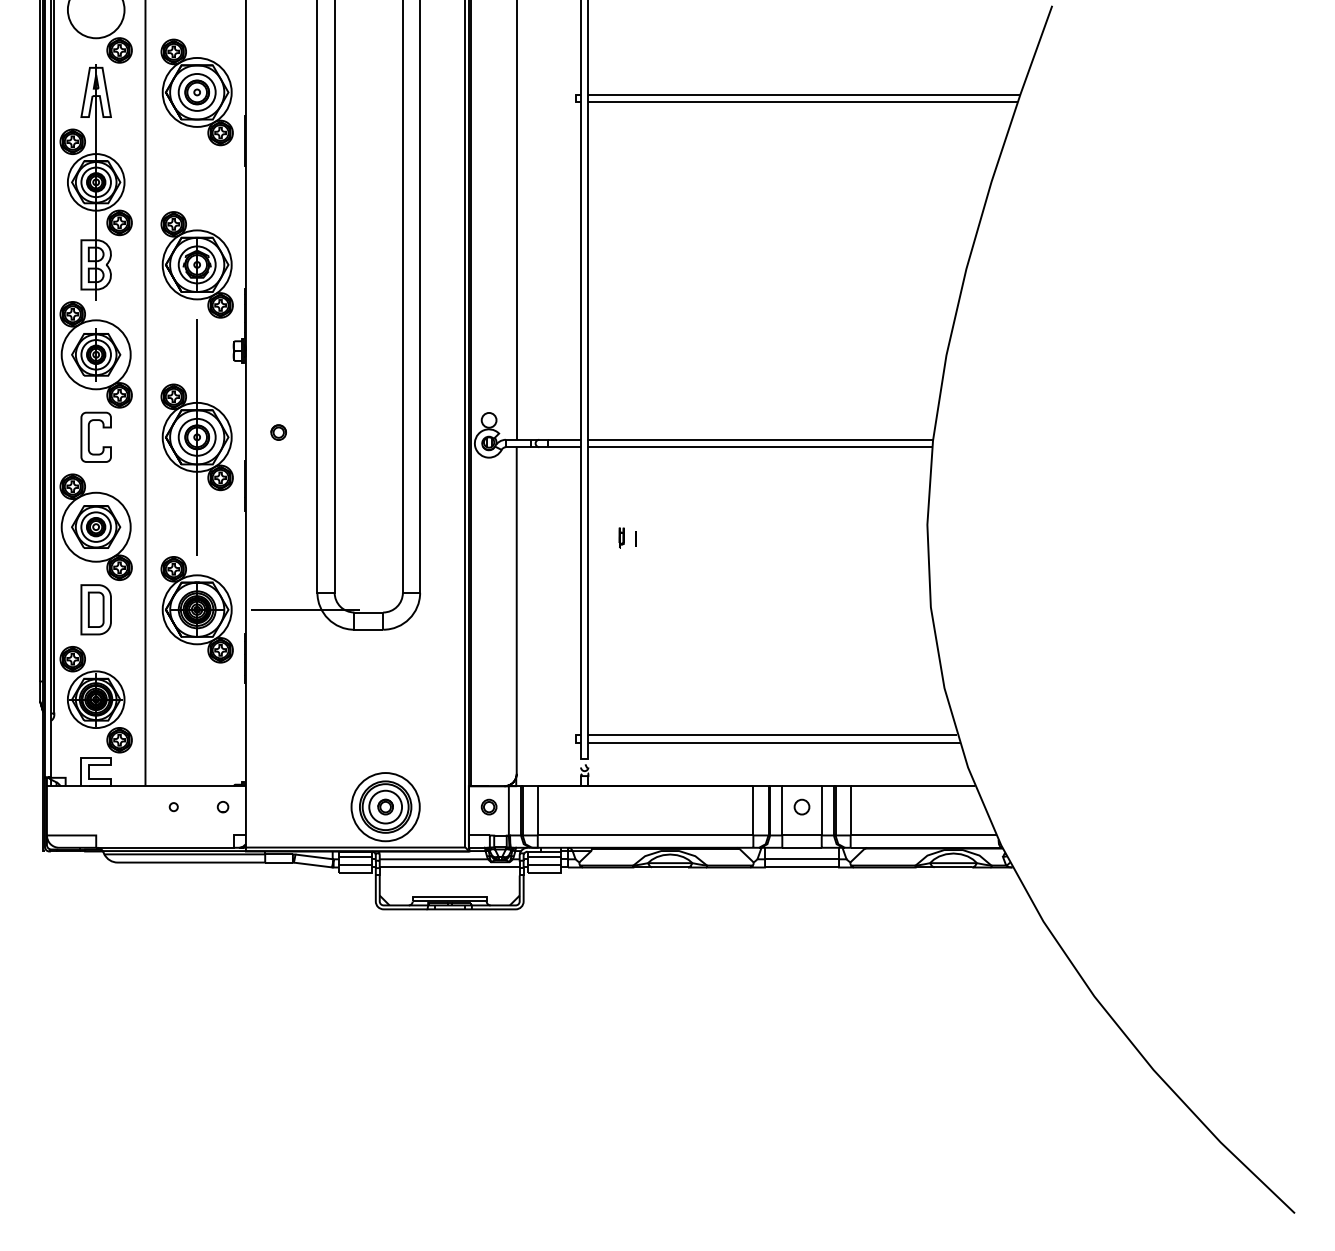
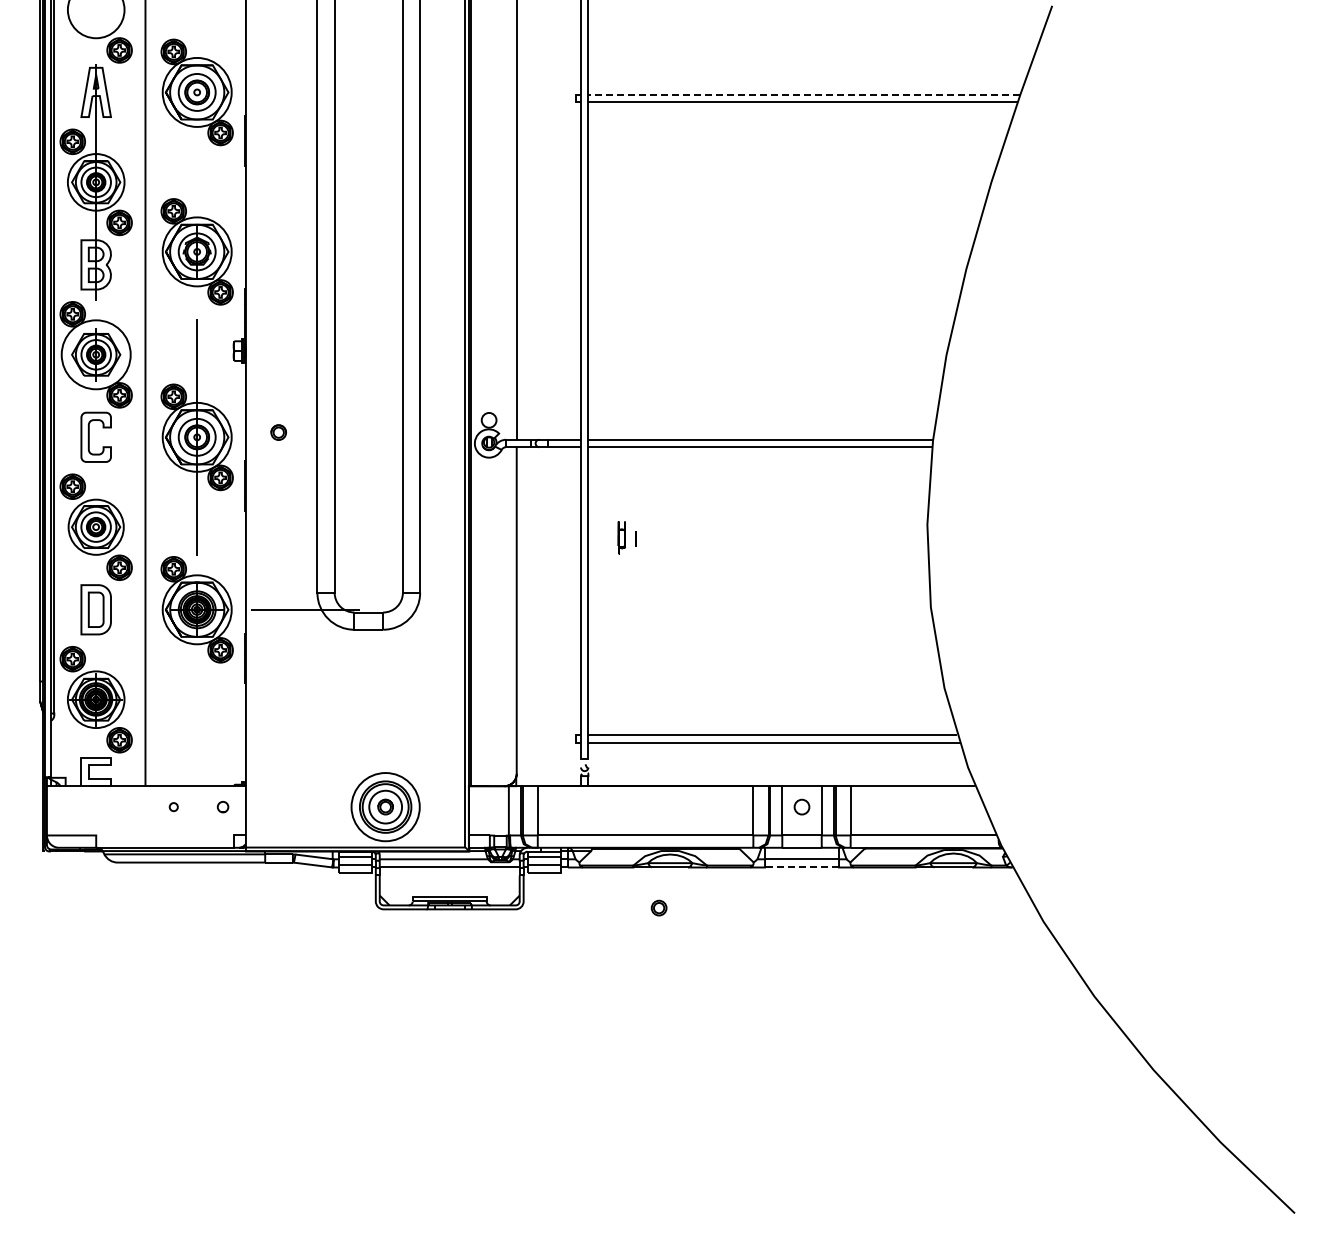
line at (804, 94): solid -> dashed
part at (196, 264) position: (196, 264) -> (196, 251)
circle at (95, 526) diameter: 69 px -> 55 px
part at (621, 537) size: 7x22 px -> 9x34 px
part at (488, 806) position: (488, 806) -> (658, 907)
line at (802, 867): solid -> dashed
